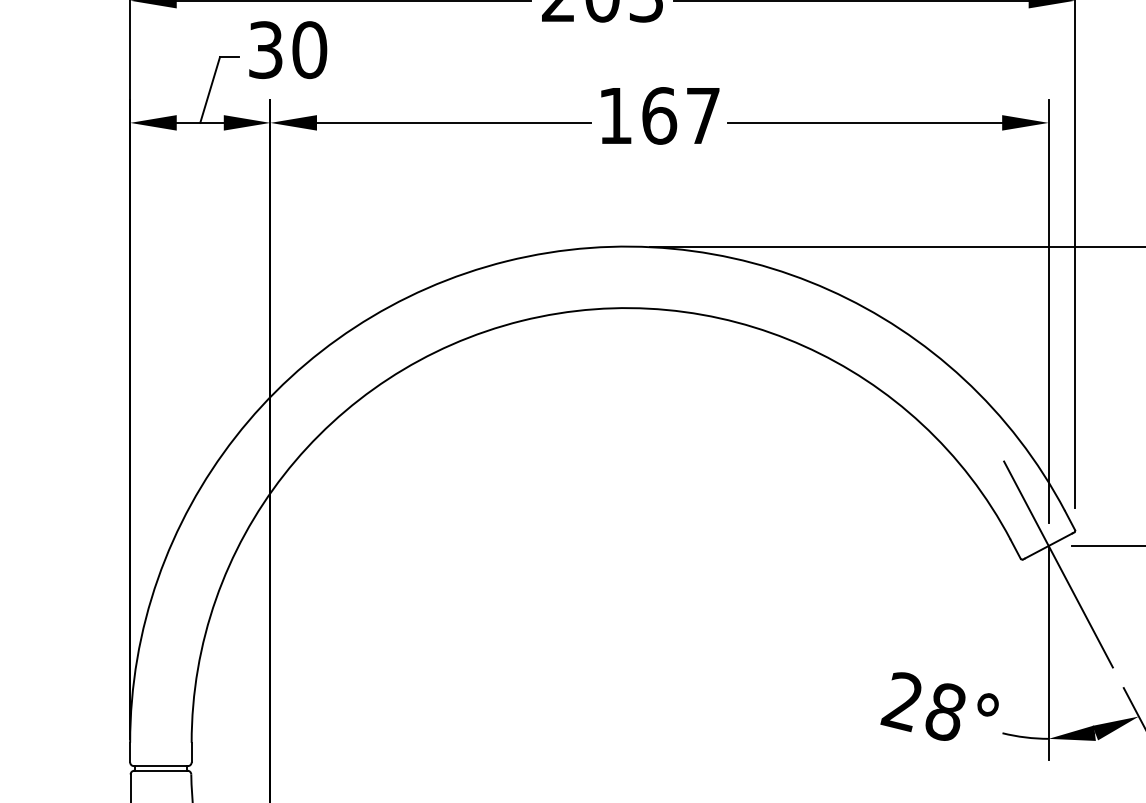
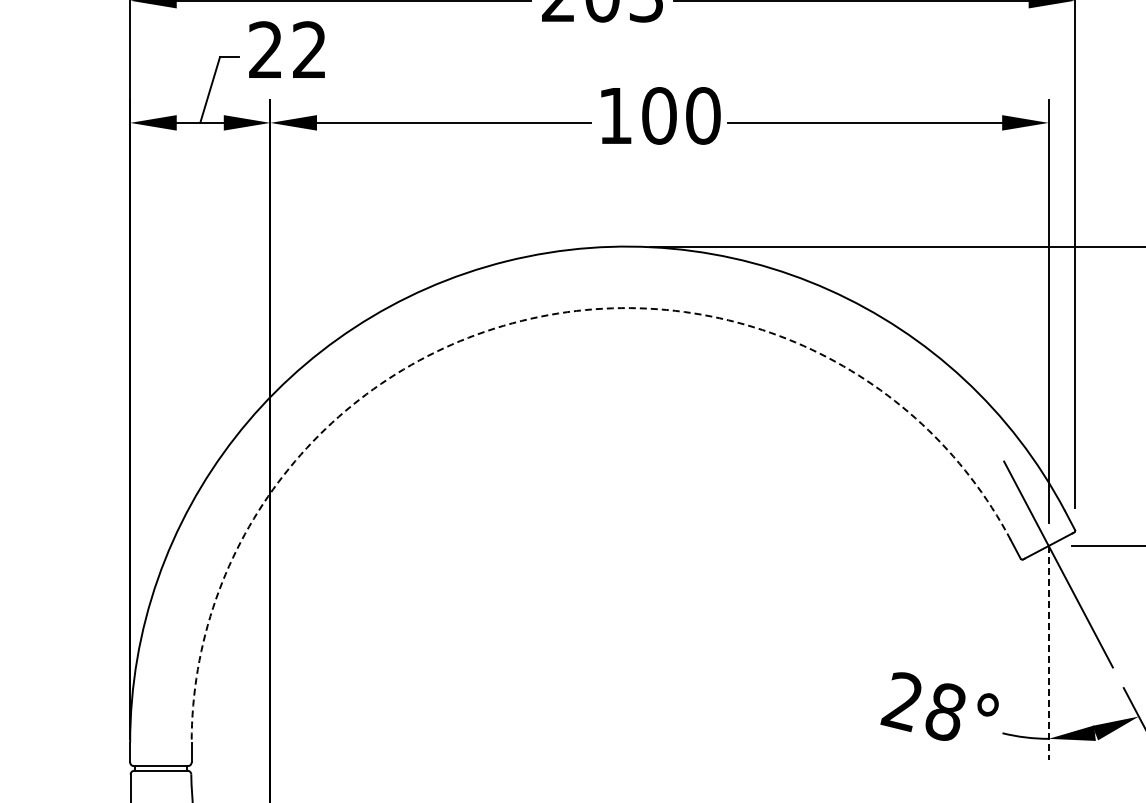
text at (288, 50): 30 -> 22
text at (681, 115): 167 -> 100
arc at (521, 320): solid -> dashed
line at (1048, 652): solid -> dashed
